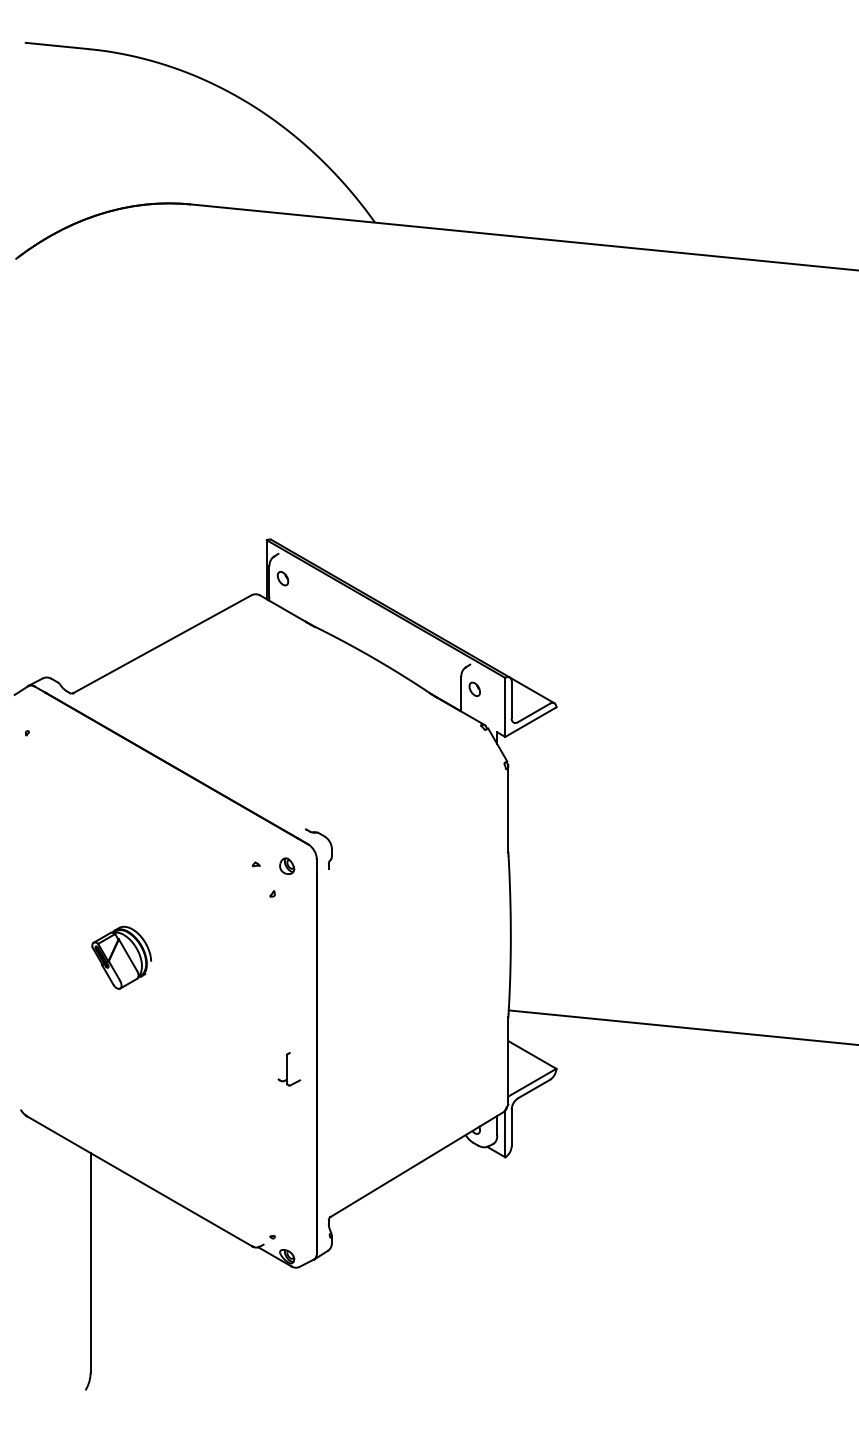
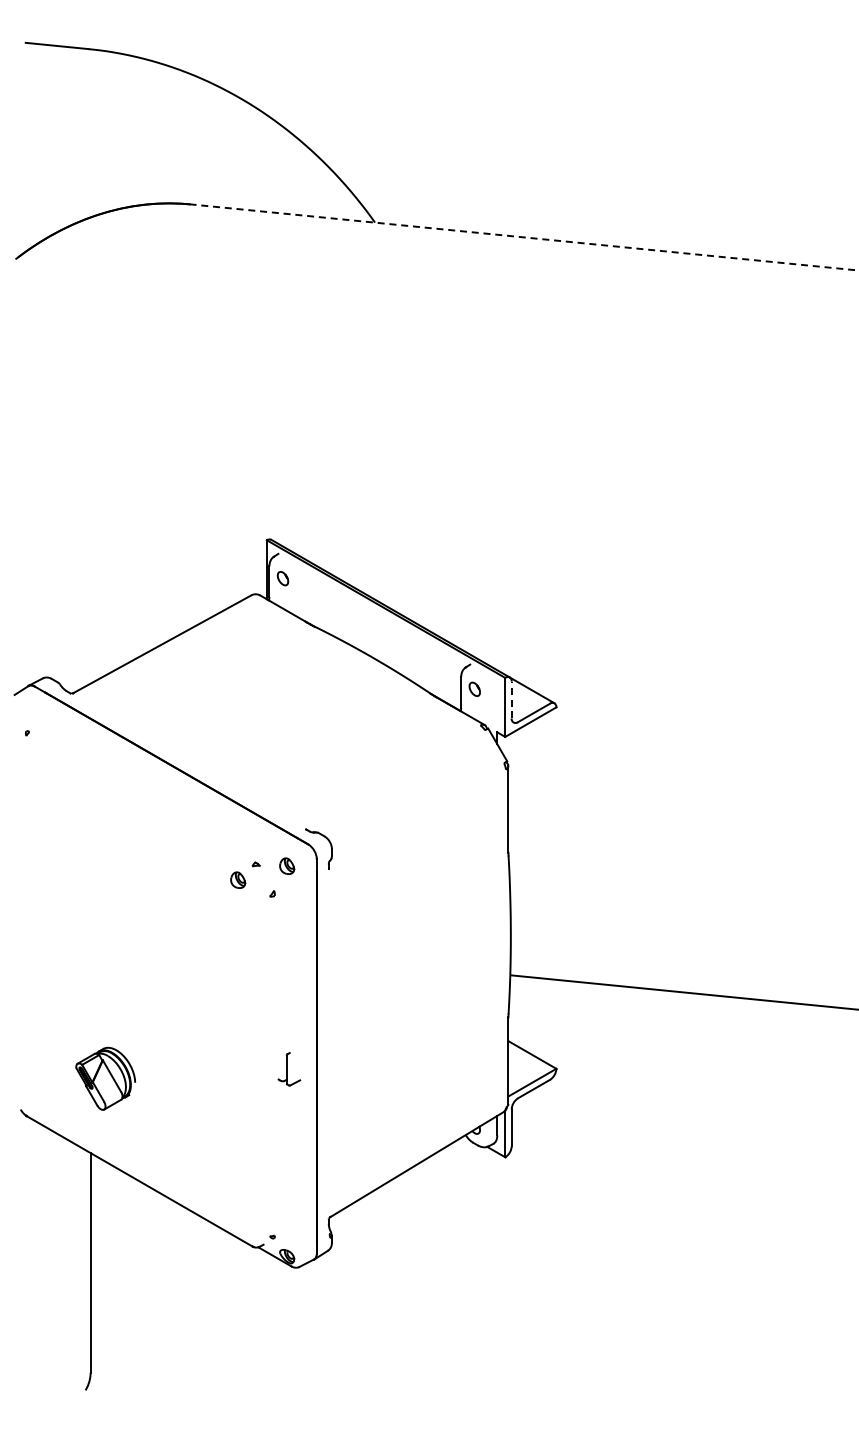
line at (524, 237): solid -> dashed
line at (511, 699): solid -> dashed
part at (238, 879): none -> present
part at (121, 957) position: (121, 957) -> (105, 1078)
line at (681, 1027) position: (681, 1027) -> (683, 992)
